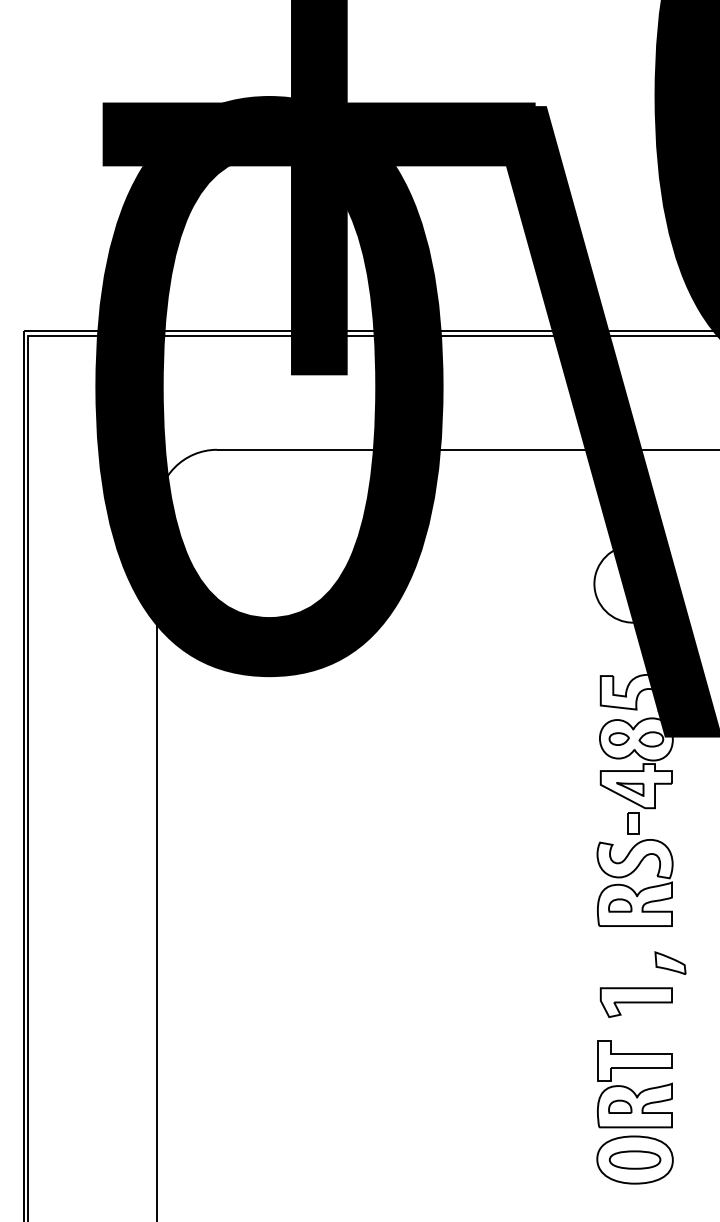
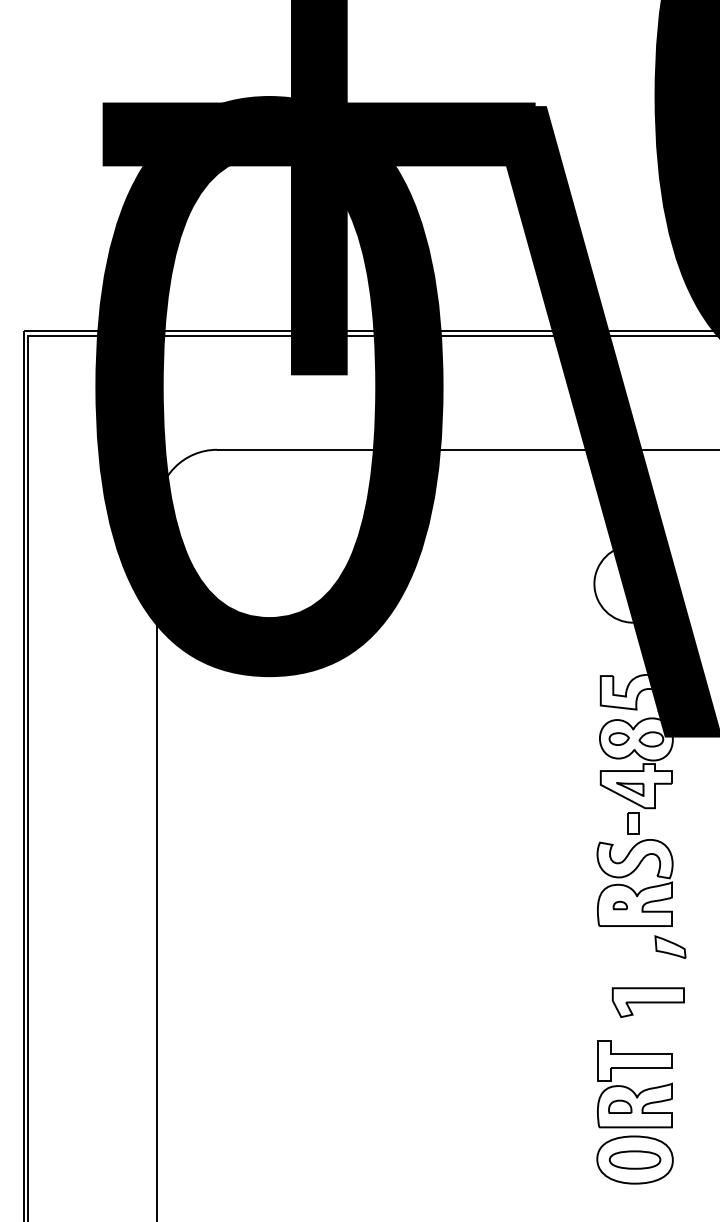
part at (620, 905) size: 25x15 px -> 16x11 px
part at (670, 962) position: (670, 962) -> (670, 946)
part at (635, 1002) position: (635, 1002) -> (647, 1002)
